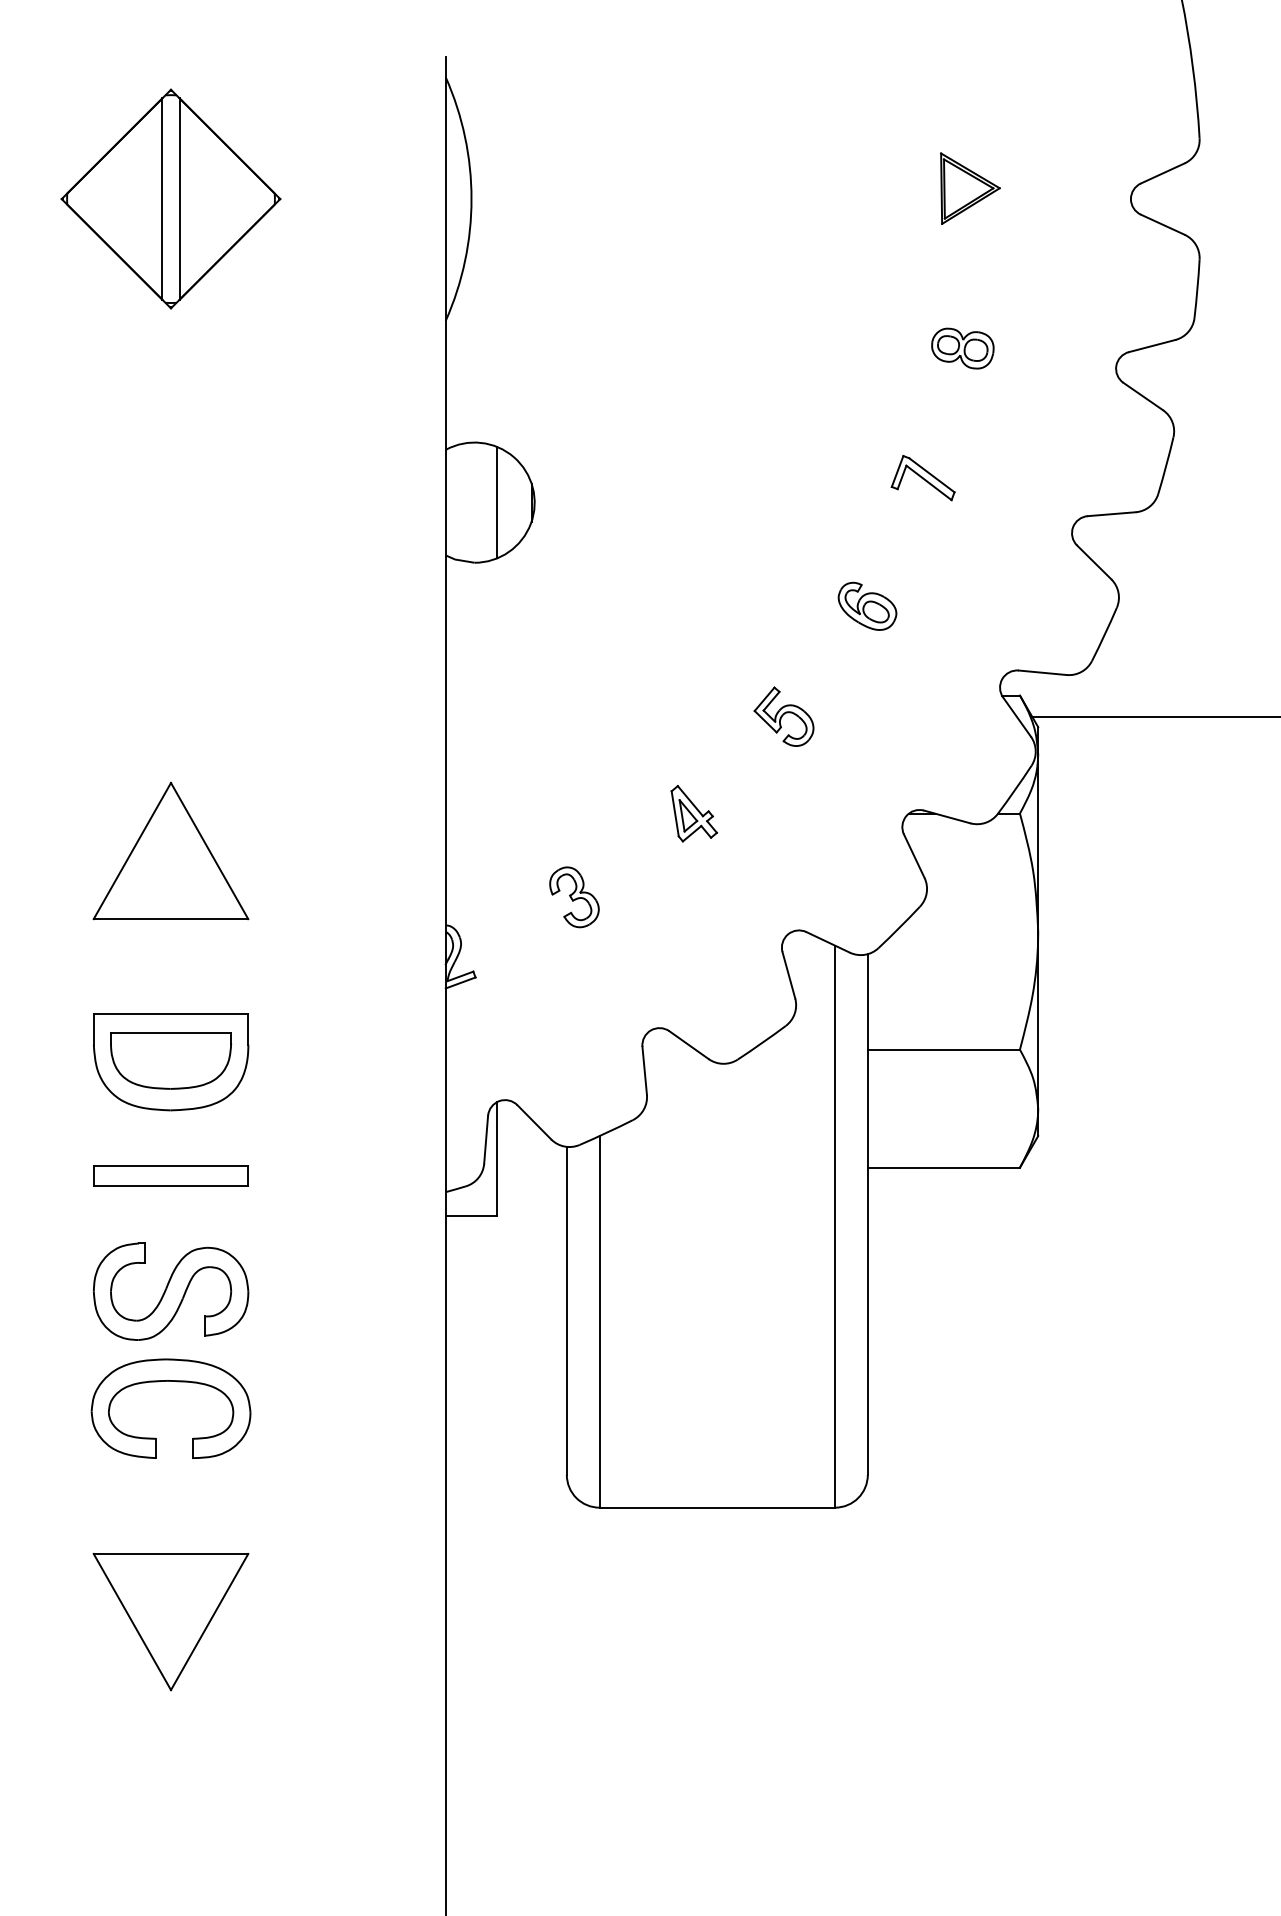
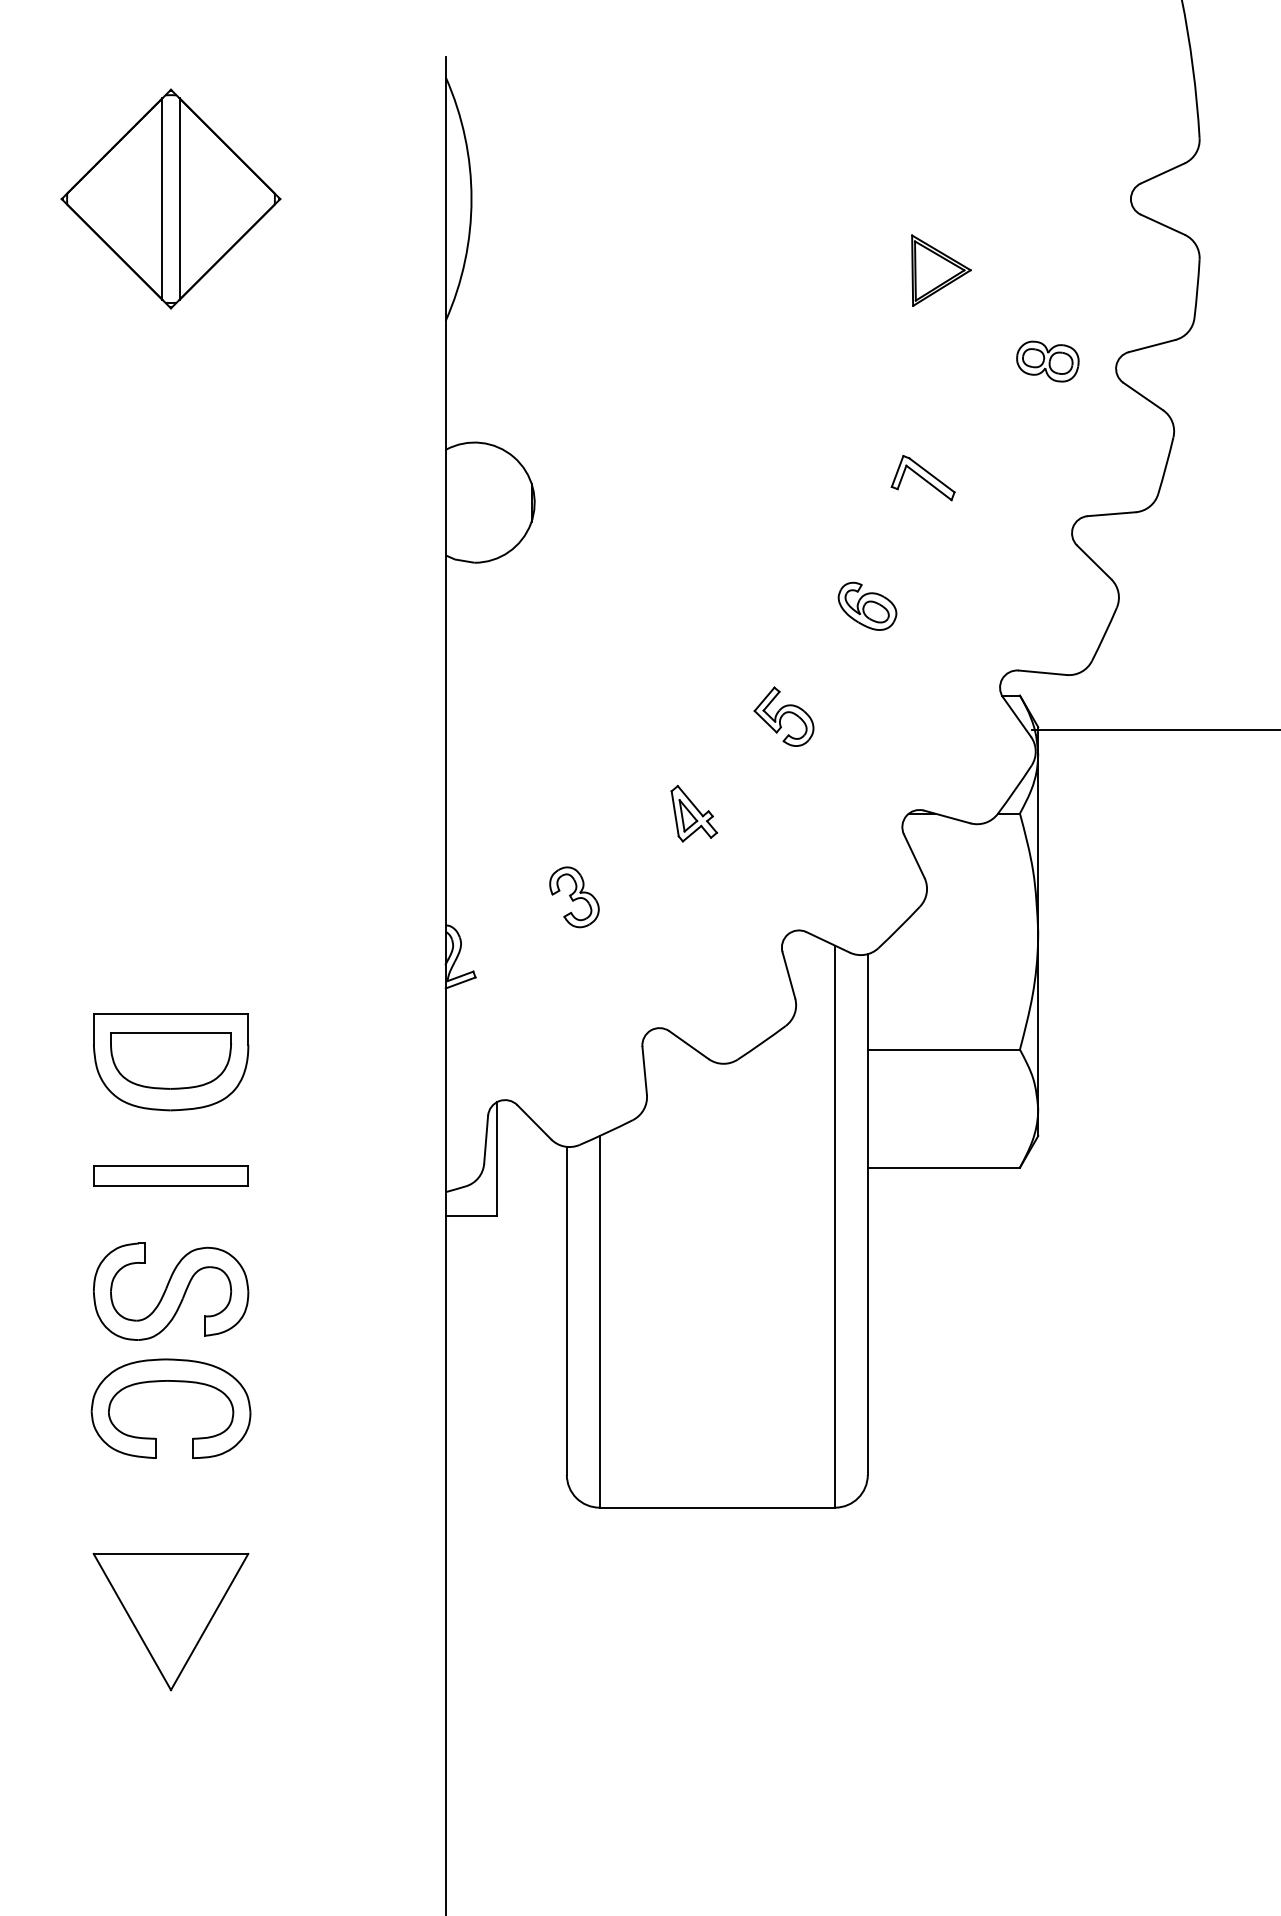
part at (970, 188) position: (970, 188) -> (941, 270)
part at (962, 348) position: (962, 348) -> (1047, 361)
line at (497, 502): present -> none
line at (1154, 717) position: (1154, 717) -> (1154, 730)
part at (170, 850): present -> none
